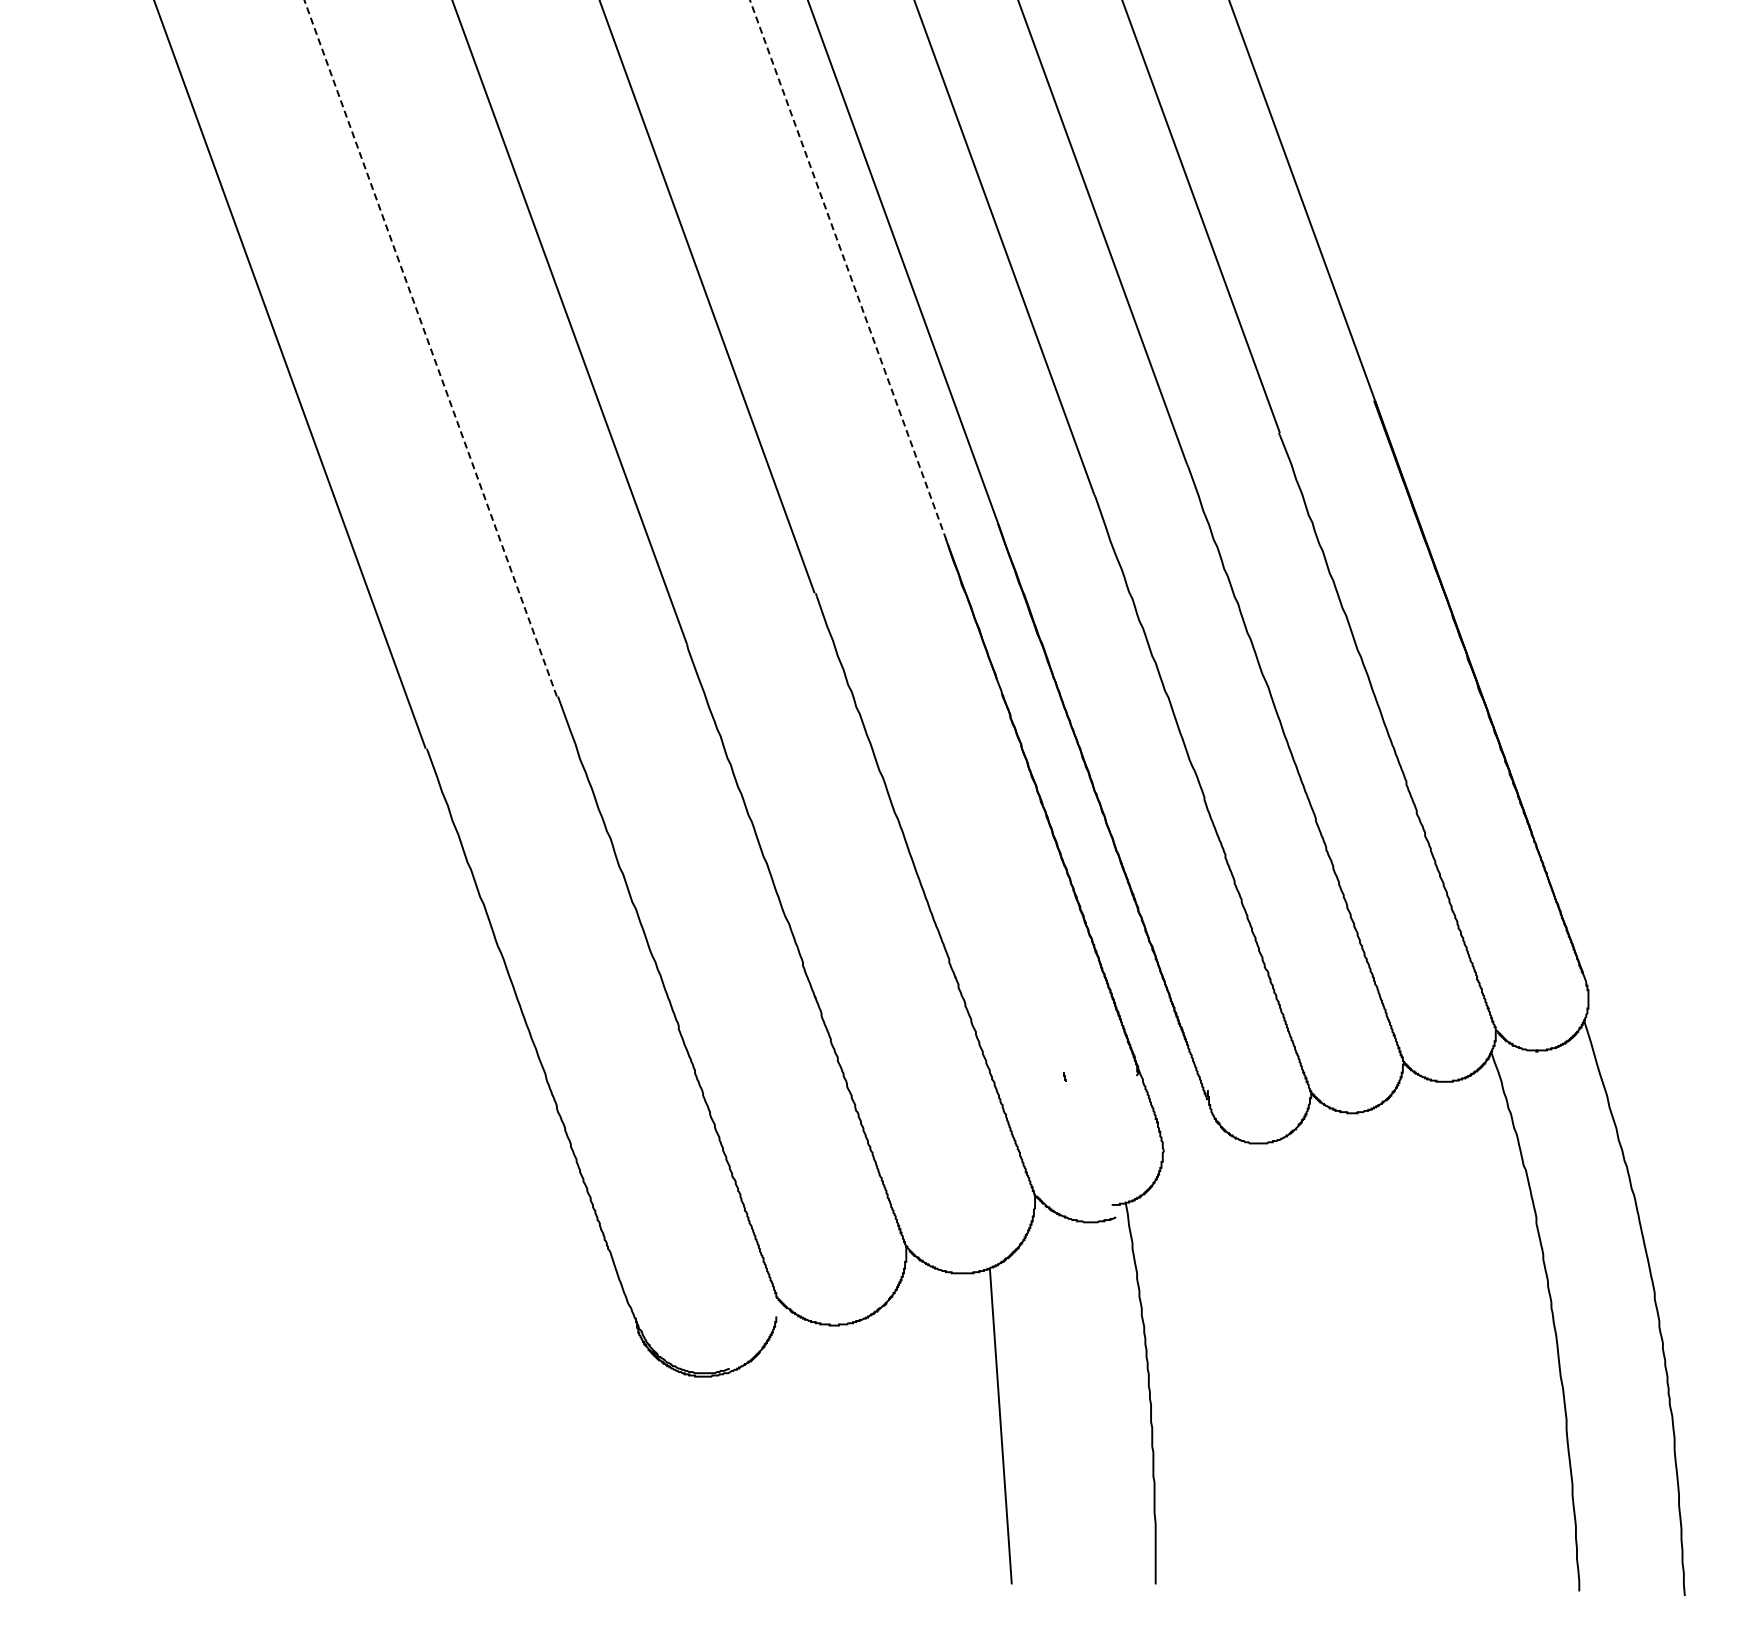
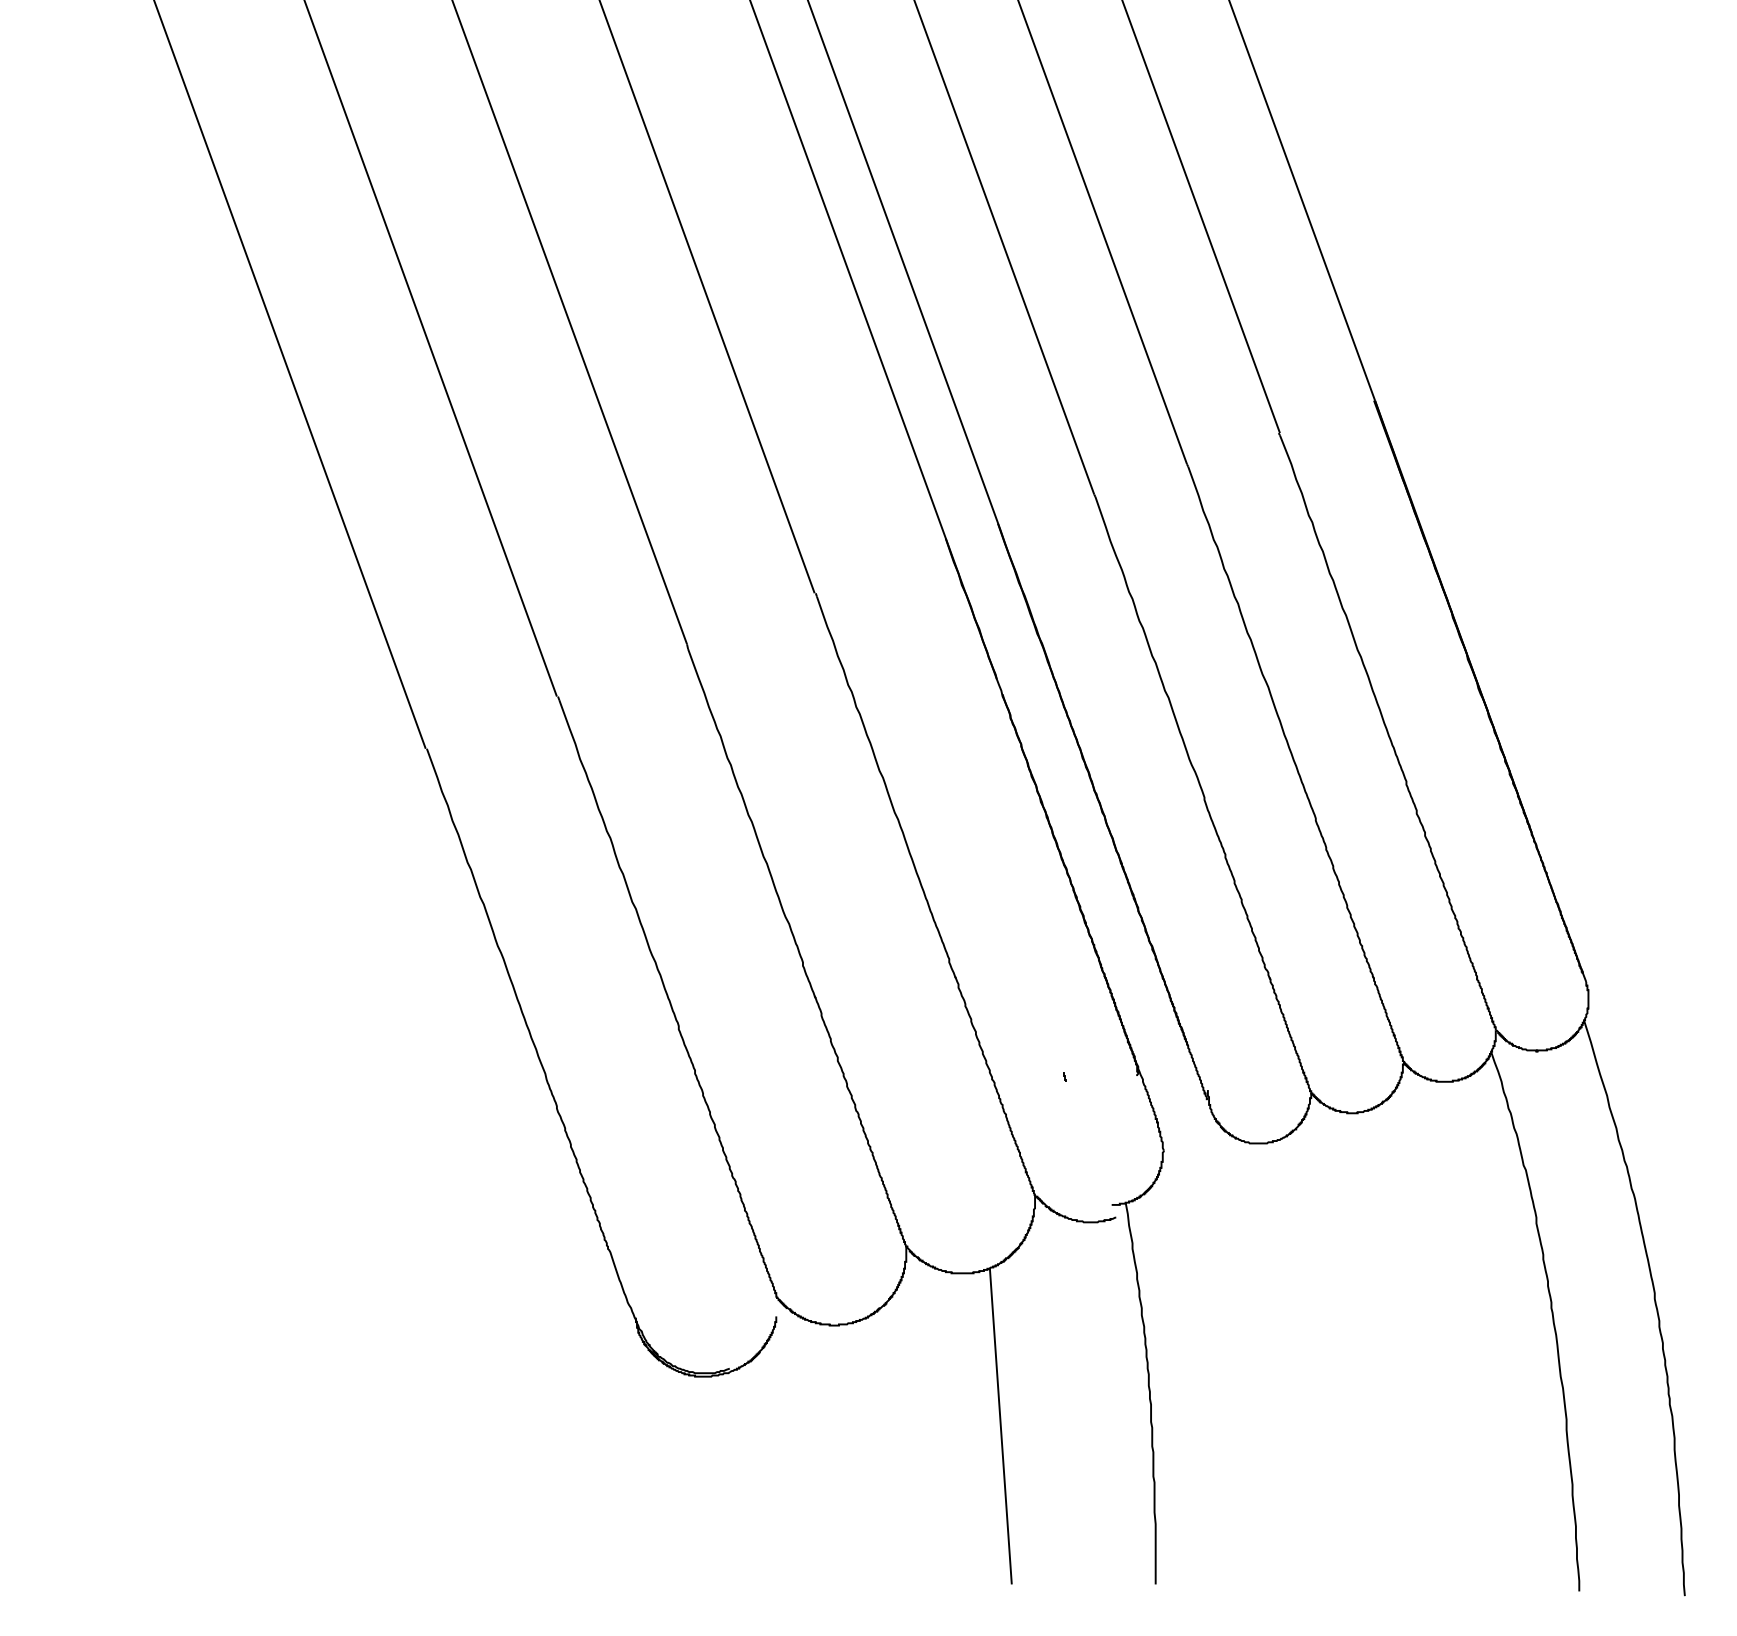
line at (849, 272): dashed -> solid
line at (430, 348): dashed -> solid
